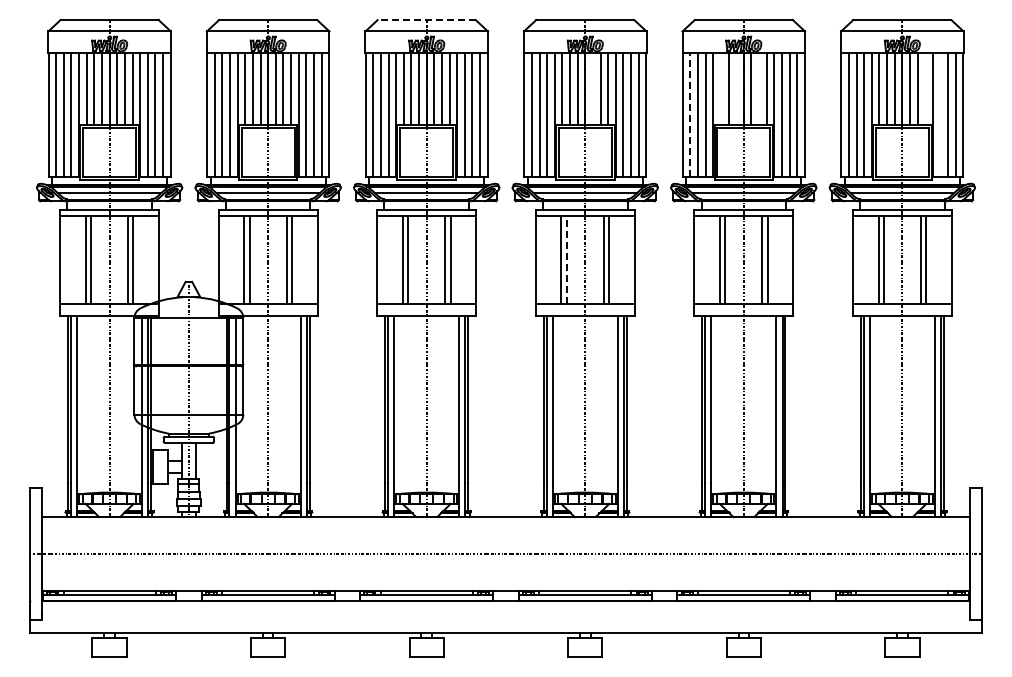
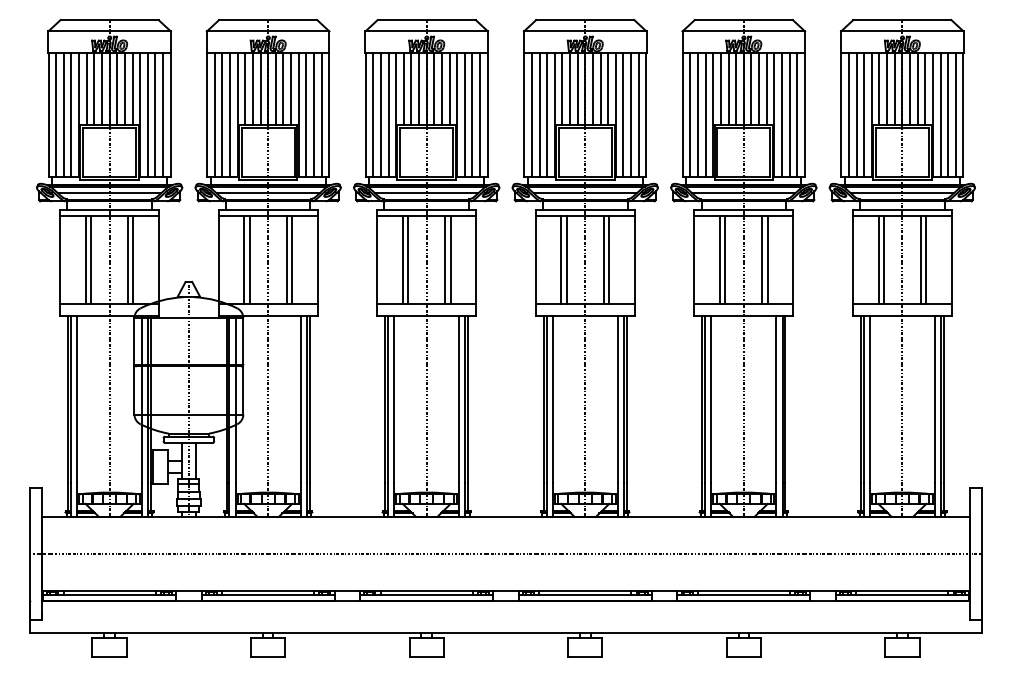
line at (426, 20): dashed -> solid
line at (592, 89): none -> present
line at (720, 89): none -> present
line at (736, 89): none -> present
line at (759, 89): none -> present
line at (925, 89): none -> present
line at (690, 114): dashed -> solid
line at (940, 115): none -> present
line at (566, 259): dashed -> solid
